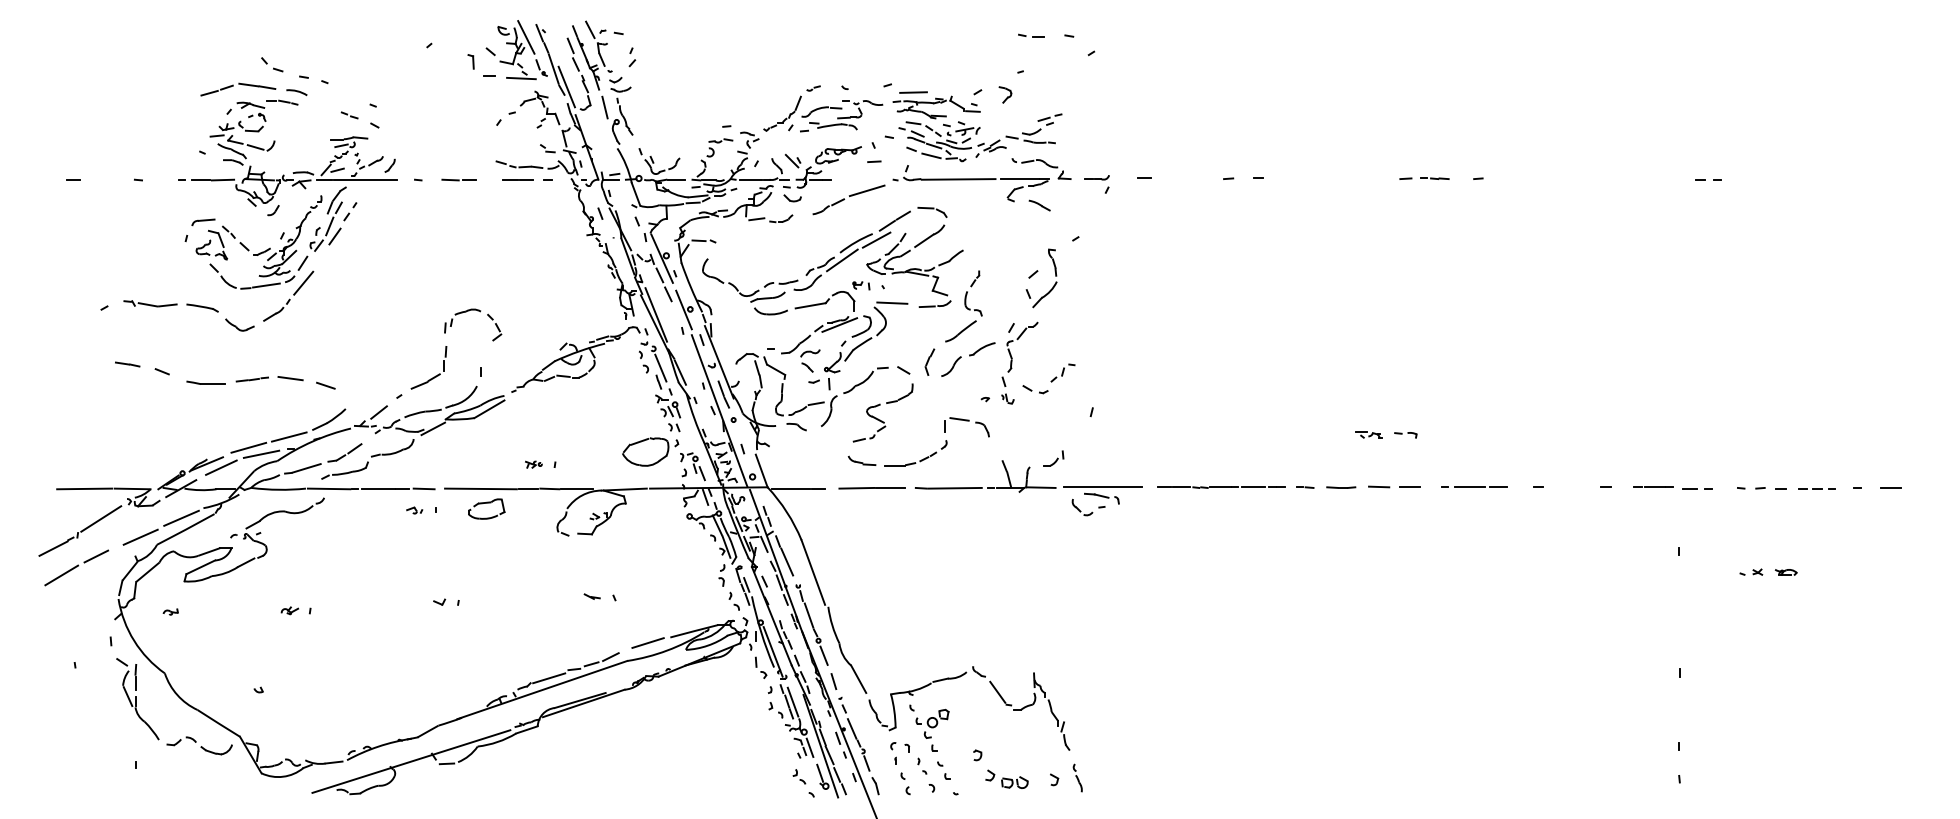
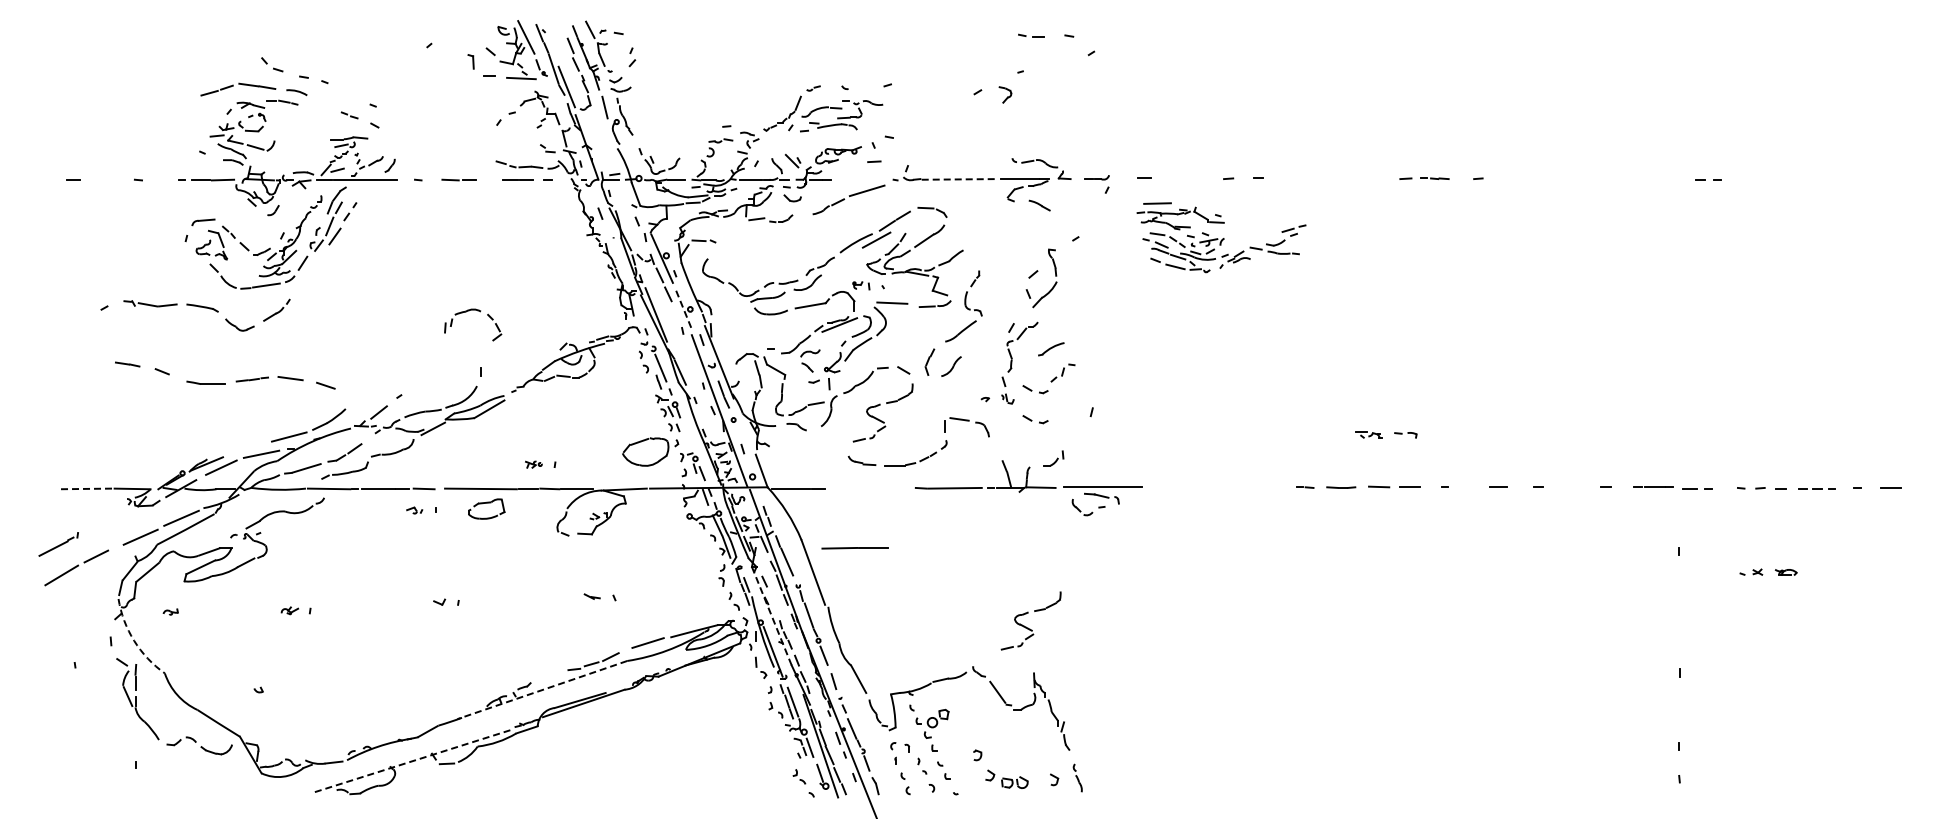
part at (977, 126) position: (977, 126) -> (1221, 237)
line at (958, 179): solid -> dashed
line at (842, 260): present -> none
line at (303, 282): present -> none
line at (684, 310): solid -> dashed
part at (982, 349) position: (982, 349) -> (1051, 349)
part at (435, 375): present -> none
part at (1035, 419): none -> present
line at (248, 447): present -> none
line at (1221, 487): present -> none
line at (1469, 487): present -> none
line at (84, 488): solid -> dashed
line at (871, 488) position: (871, 488) -> (854, 548)
line at (101, 518): present -> none
part at (1026, 614): none -> present
line at (772, 616): solid -> dashed
arc at (134, 640): solid -> dashed
line at (549, 678): present -> none
line at (542, 690): solid -> dashed
line at (411, 761): solid -> dashed
